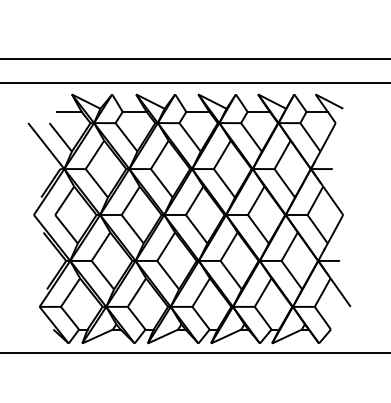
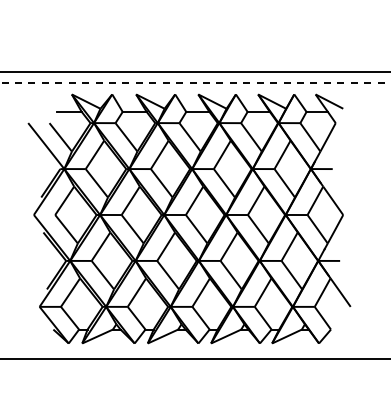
line at (194, 59) position: (194, 59) -> (194, 72)
line at (195, 82): solid -> dashed
line at (194, 352) position: (194, 352) -> (194, 358)
